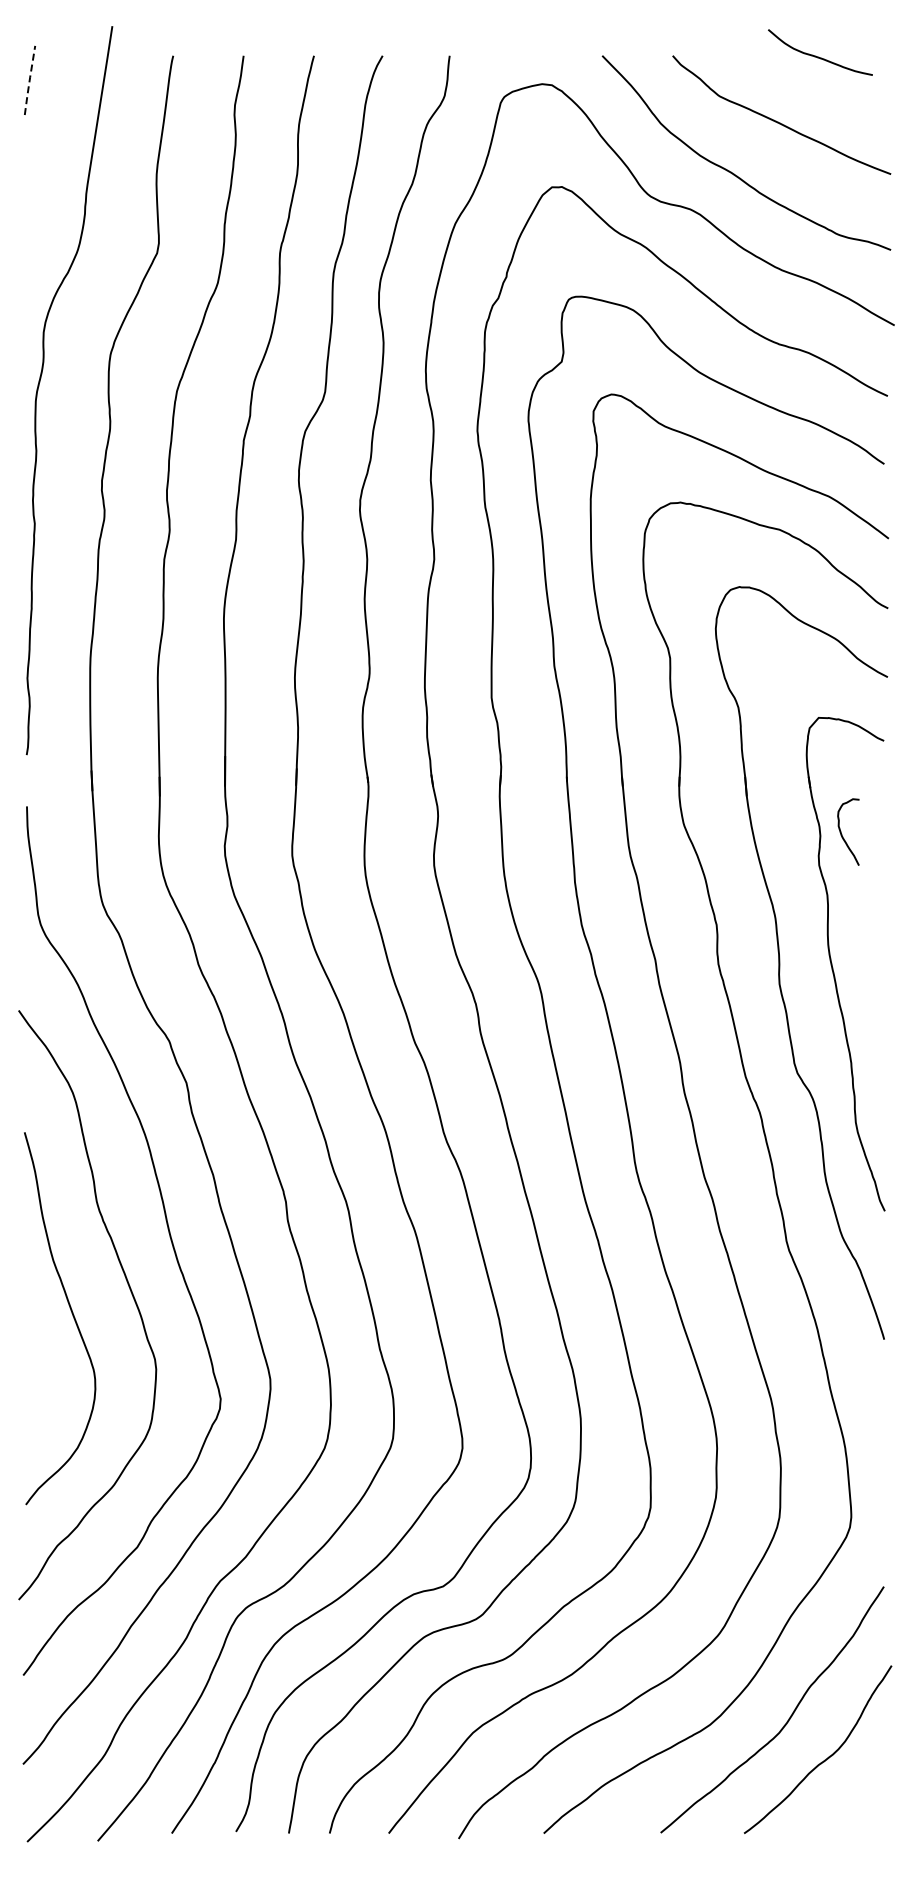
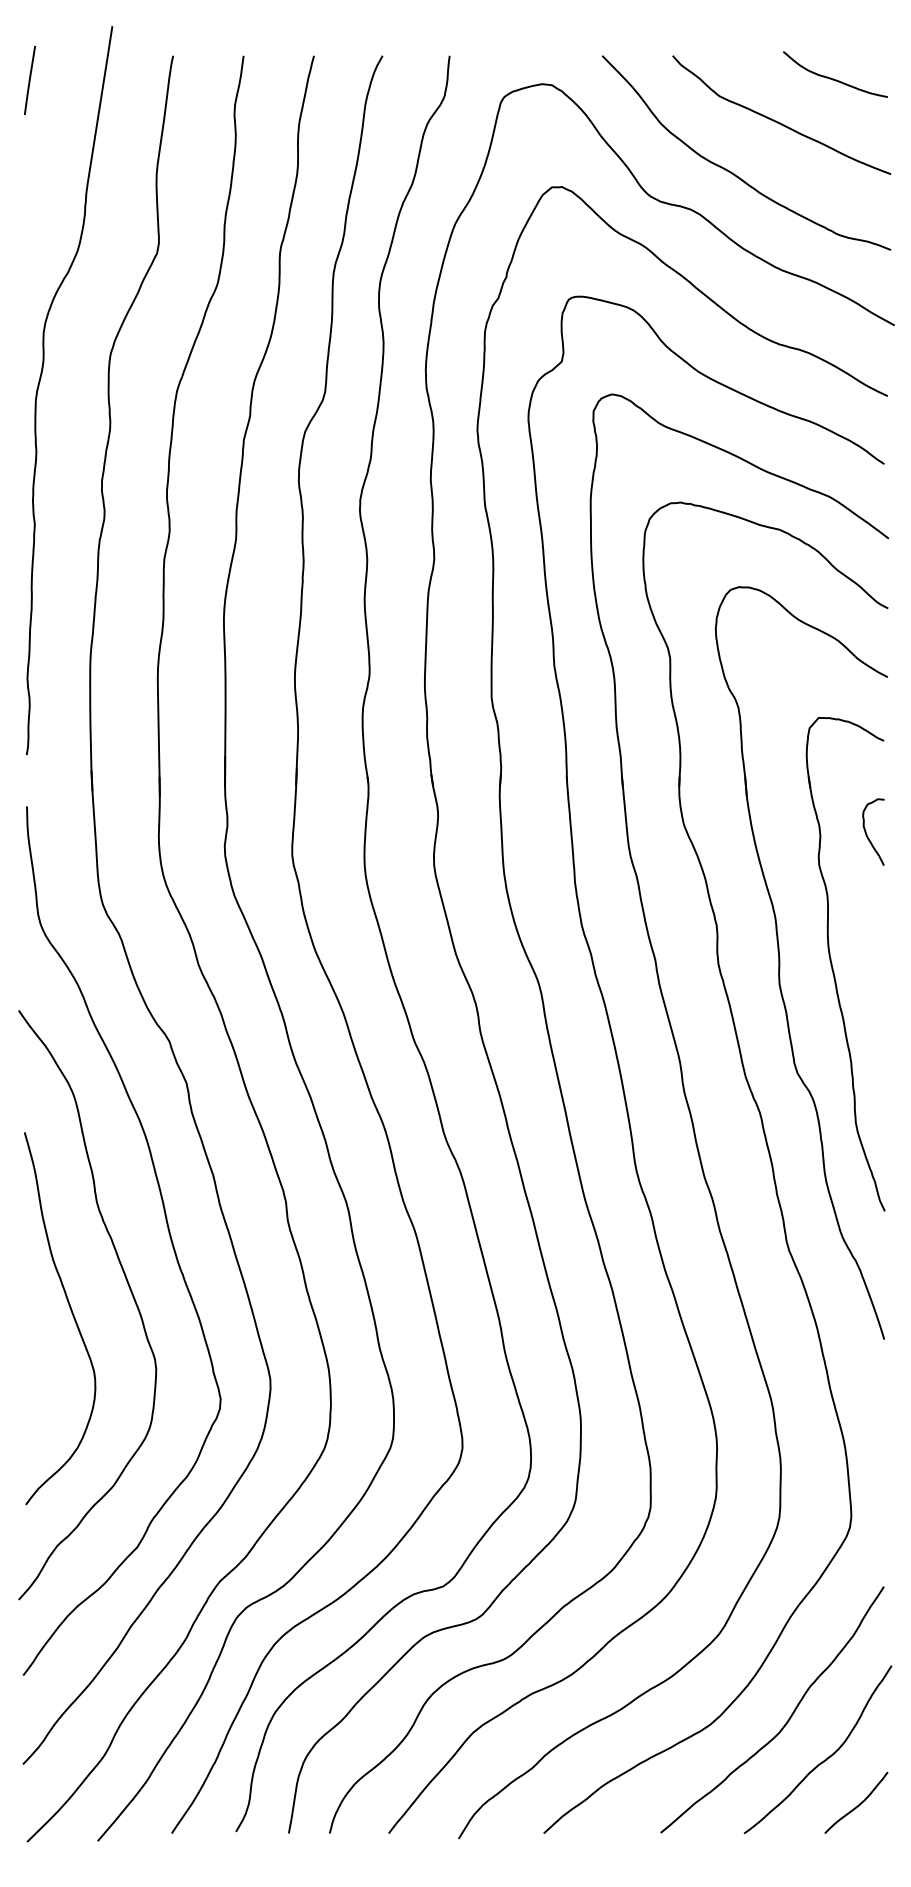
curve at (818, 56) position: (818, 56) -> (833, 78)
line at (29, 79): dashed -> solid
curve at (842, 834) position: (842, 834) -> (867, 834)
curve at (858, 1804): none -> present
